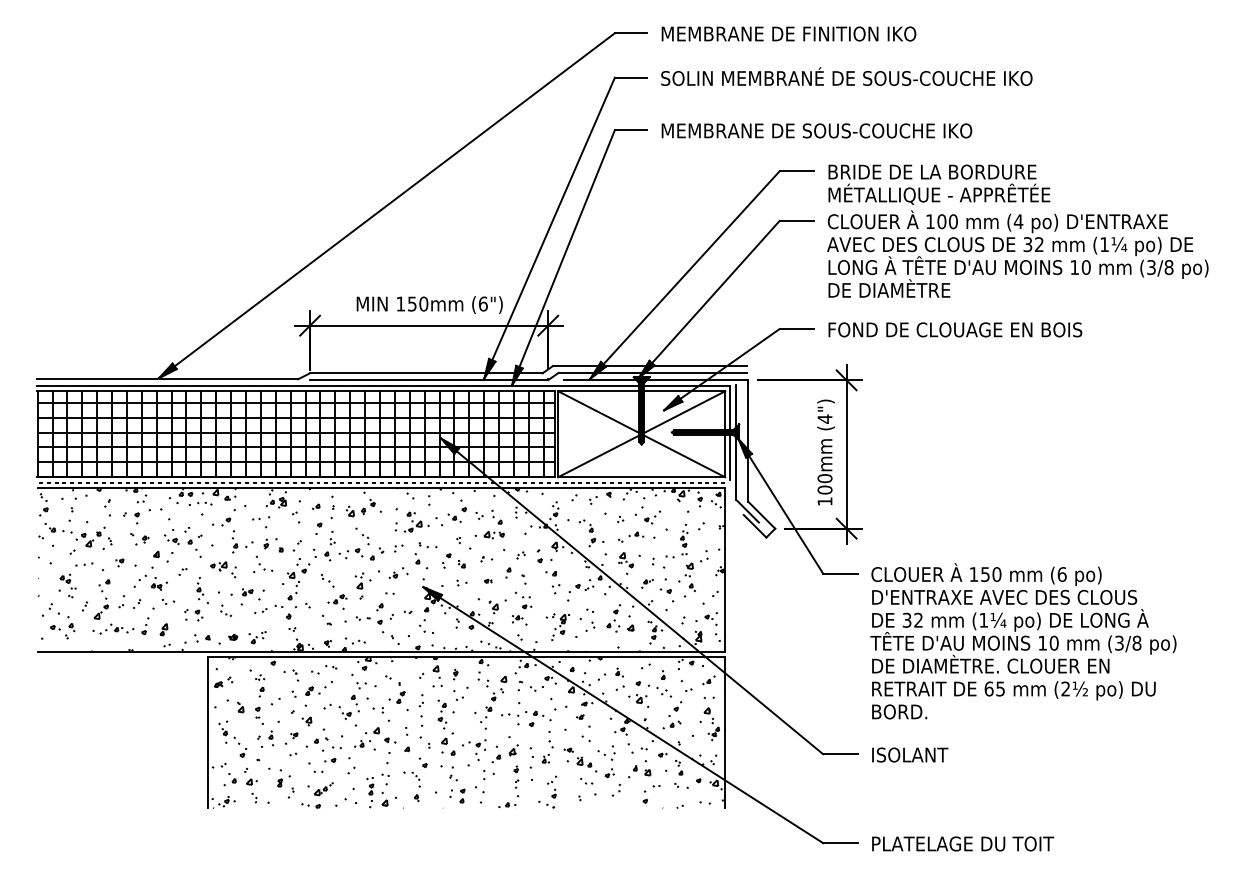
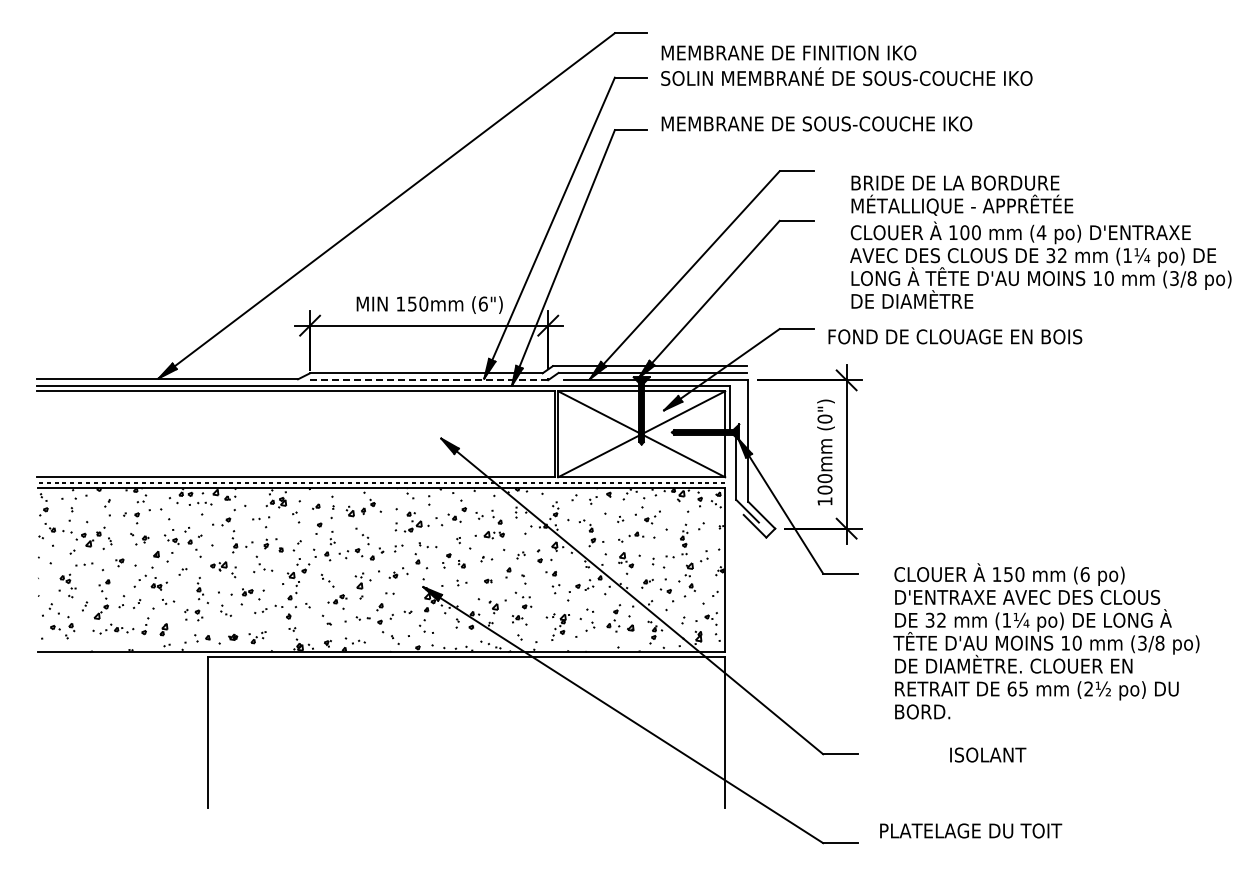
text at (788, 33) position: (788, 33) -> (788, 52)
text at (816, 130) position: (816, 130) -> (816, 123)
text at (1017, 230) position: (1017, 230) -> (1040, 241)
text at (955, 329) position: (955, 329) -> (955, 336)
line at (428, 380): solid -> dashed
line at (736, 406): present -> none
text at (824, 418): (4") -> (0")
hatch at (295, 434): present -> none
line at (730, 456): present -> none
text at (1023, 641) position: (1023, 641) -> (1046, 641)
hatch at (467, 732): present -> none
text at (910, 754) position: (910, 754) -> (988, 754)
text at (963, 843) position: (963, 843) -> (971, 830)
